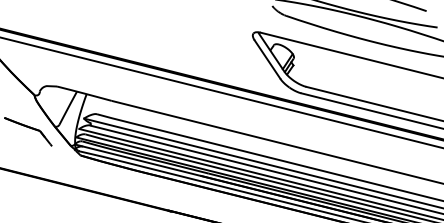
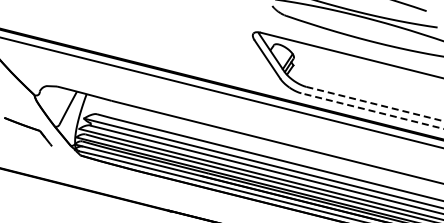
line at (375, 104): solid -> dashed
line at (372, 110): solid -> dashed
